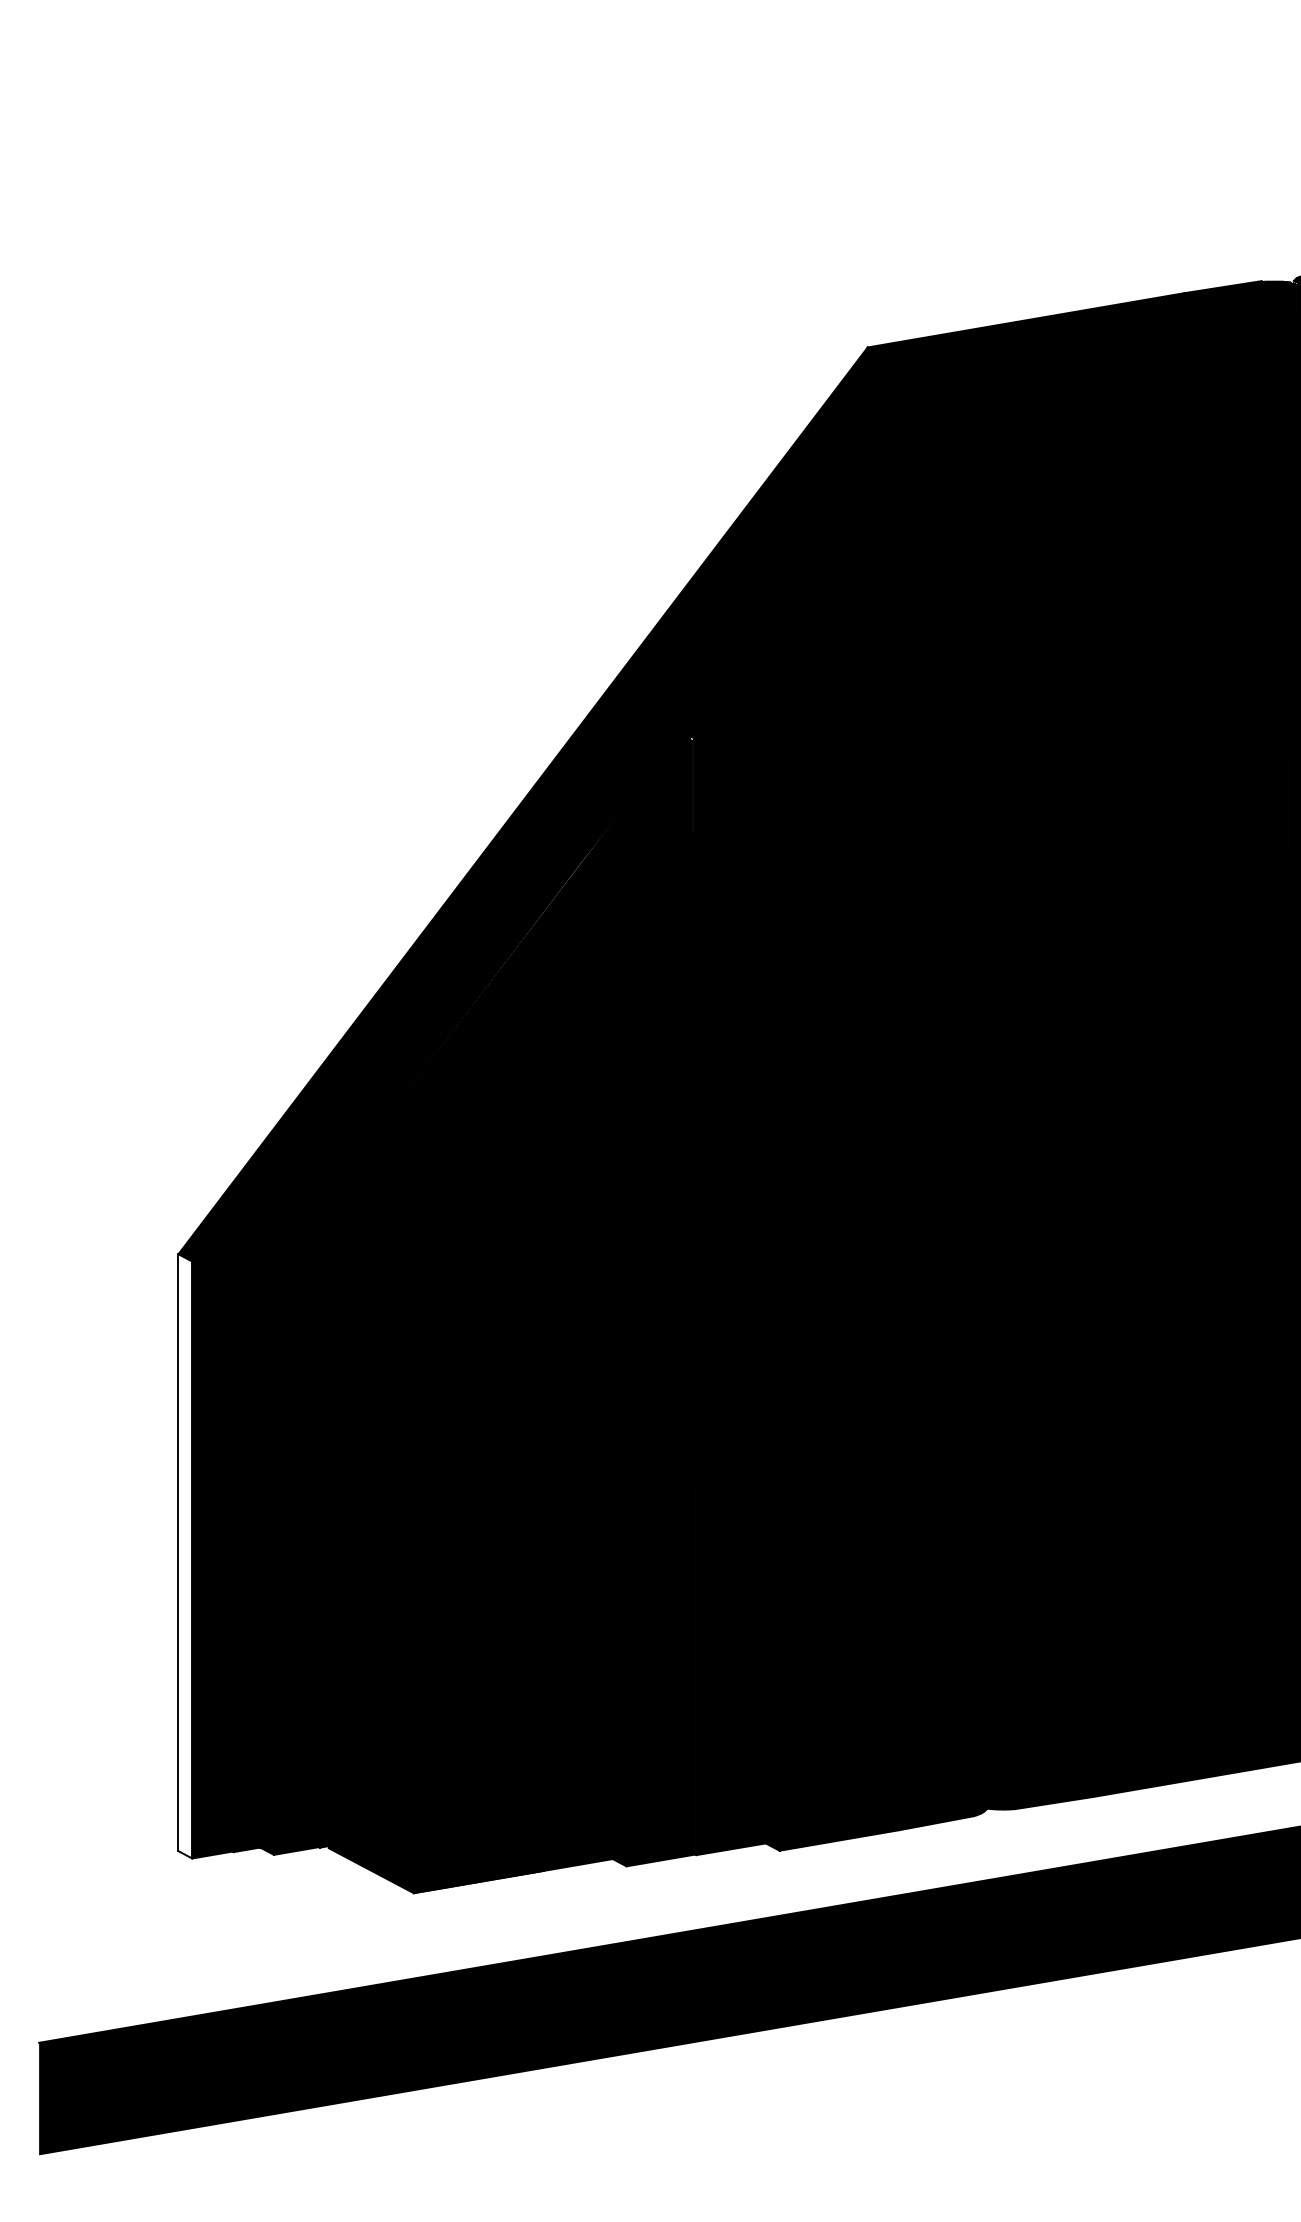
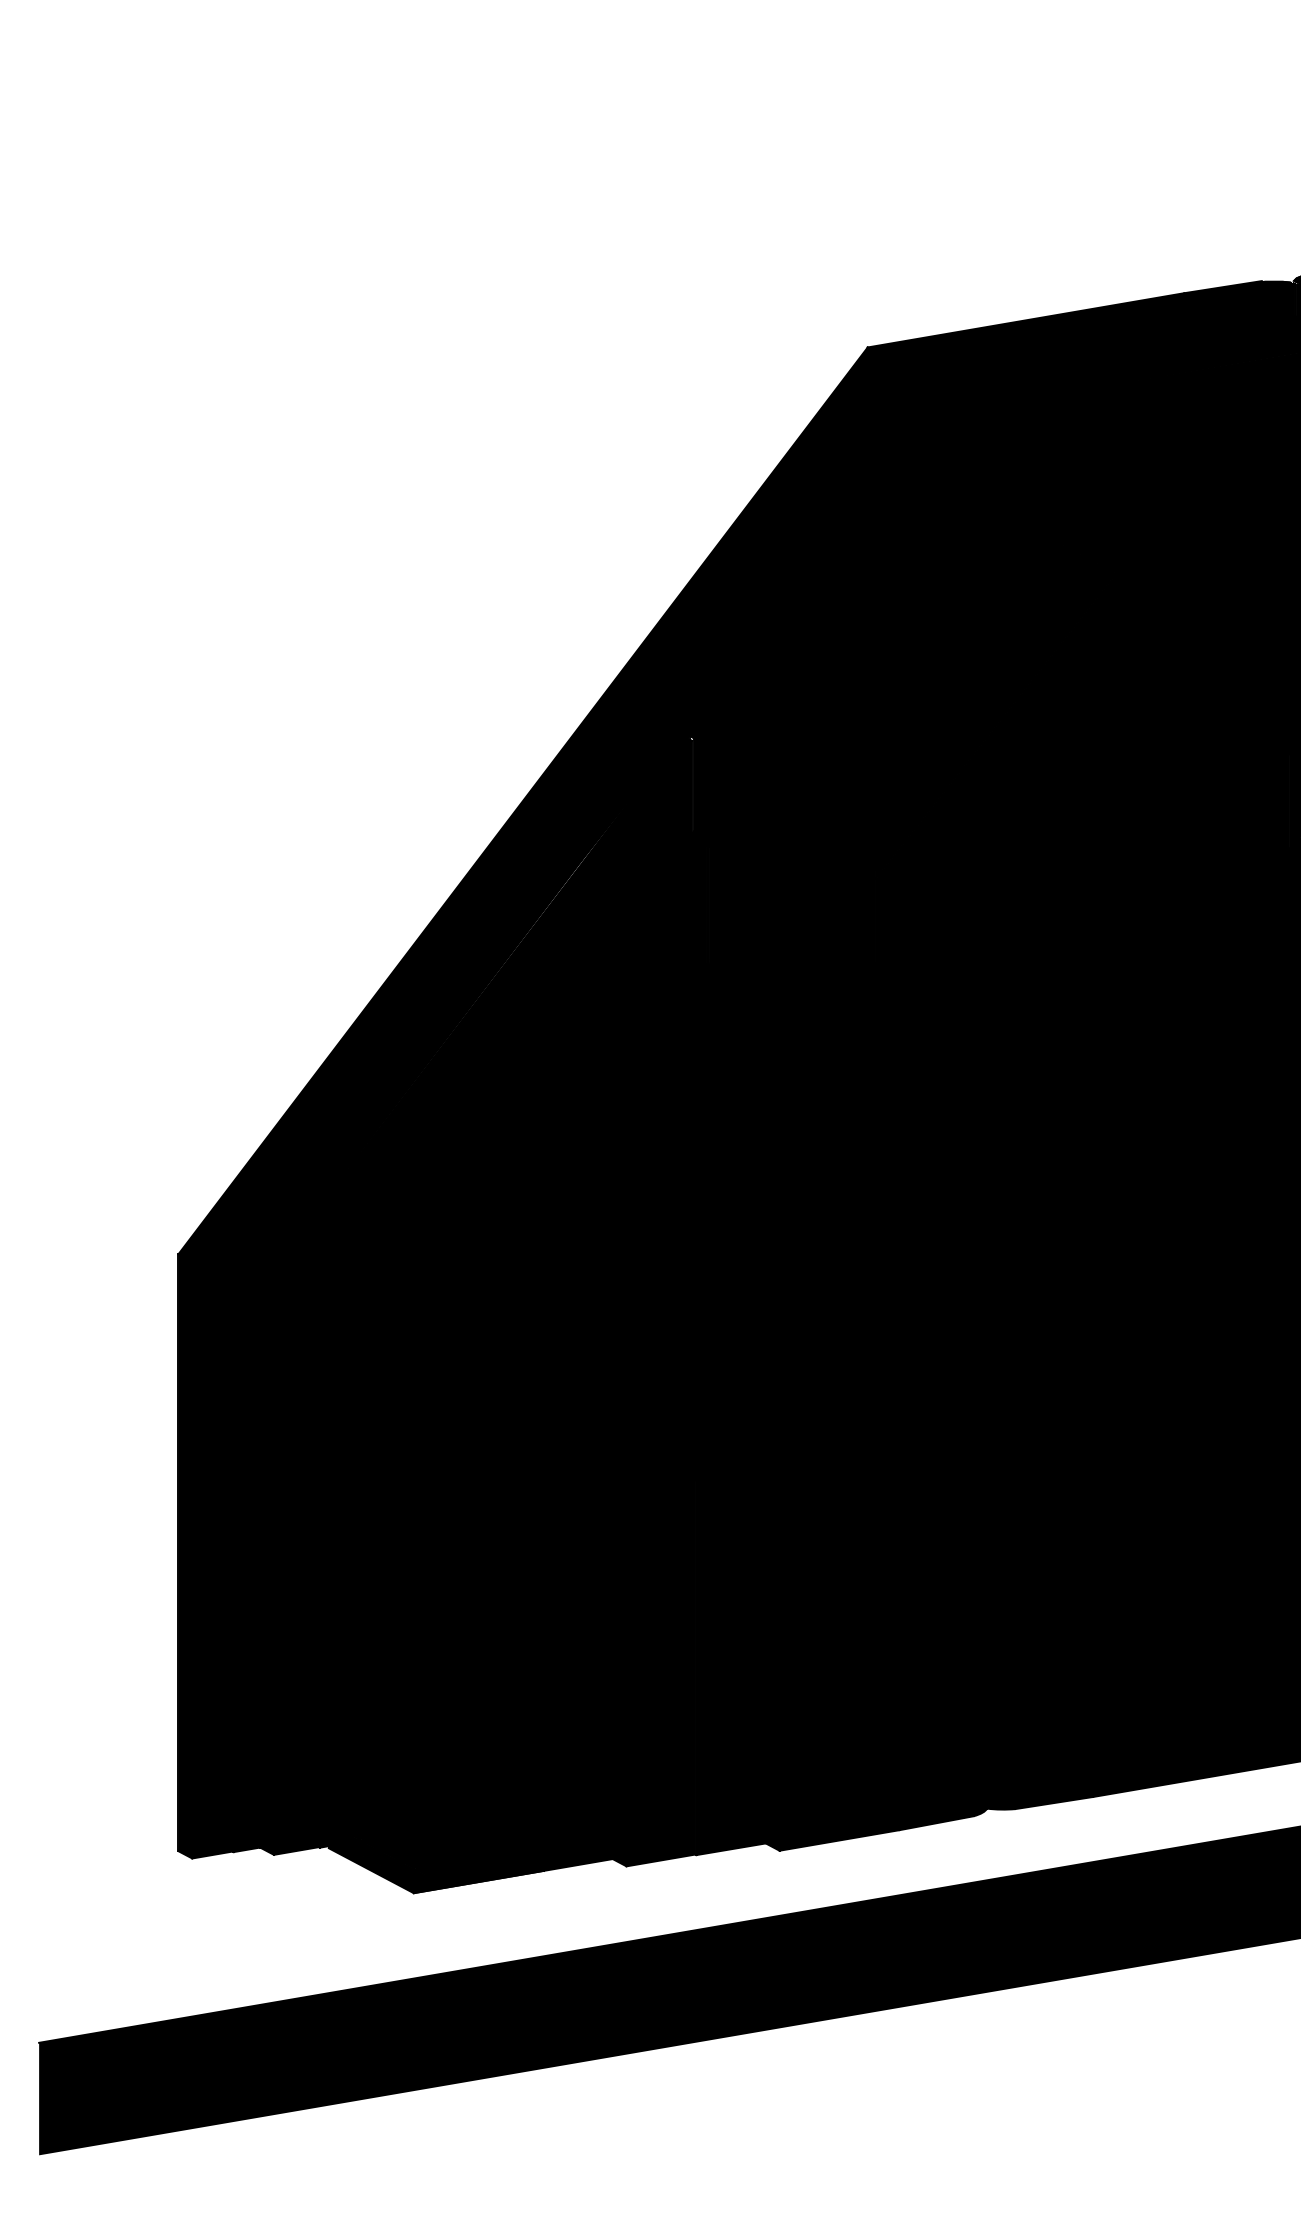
fill at (185, 1556): none -> present
